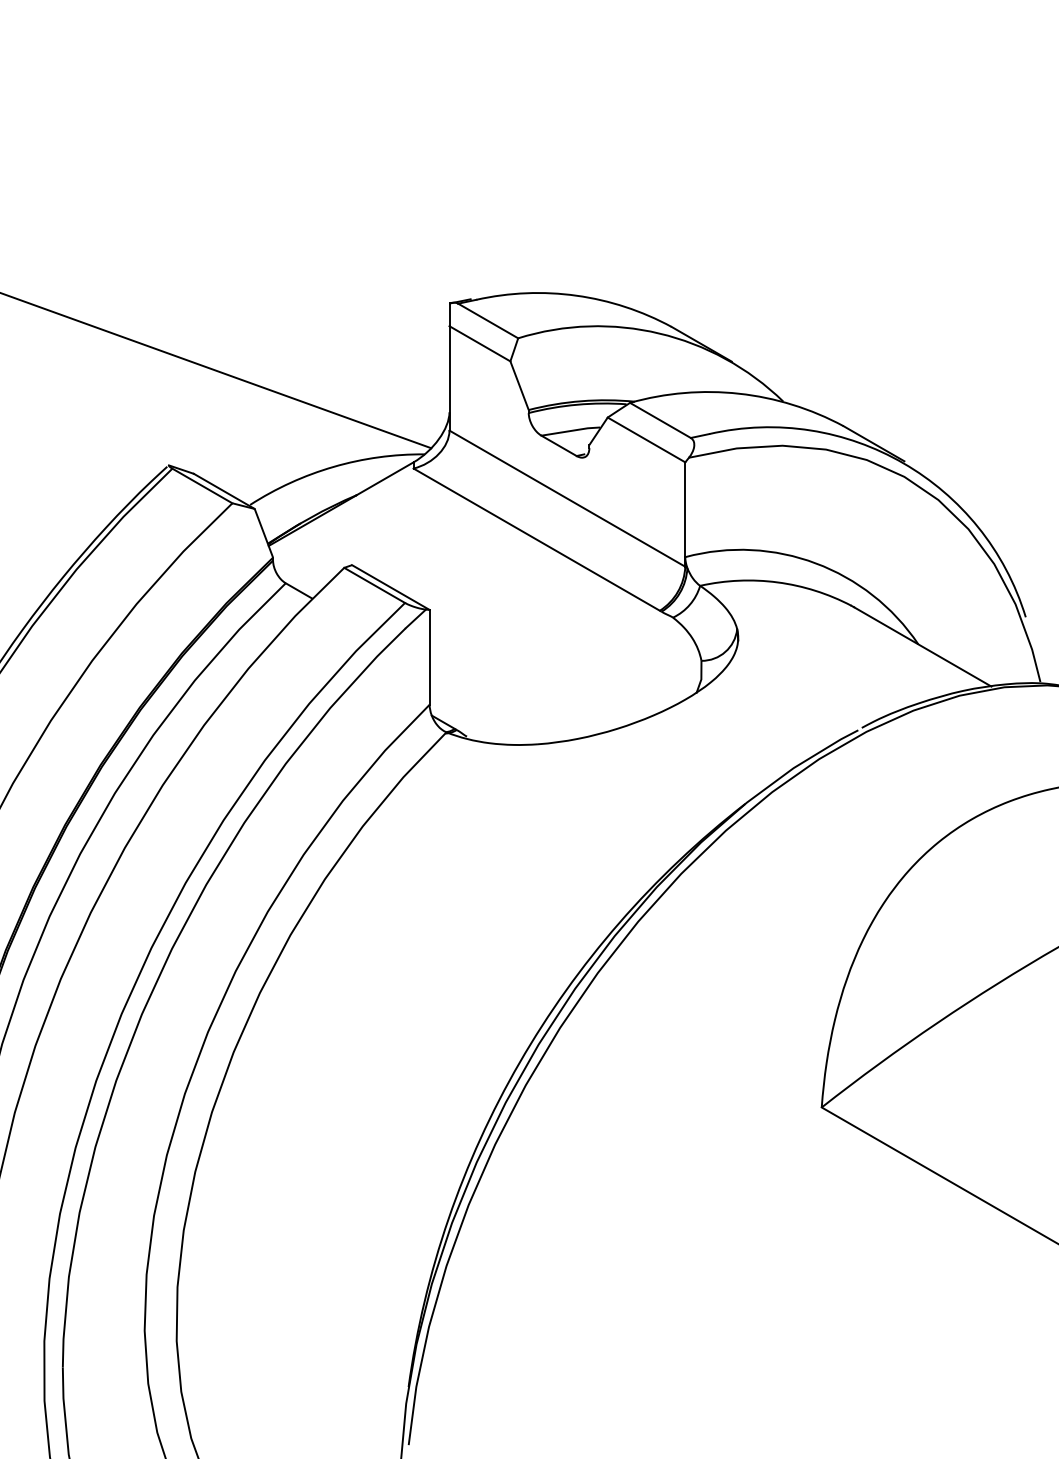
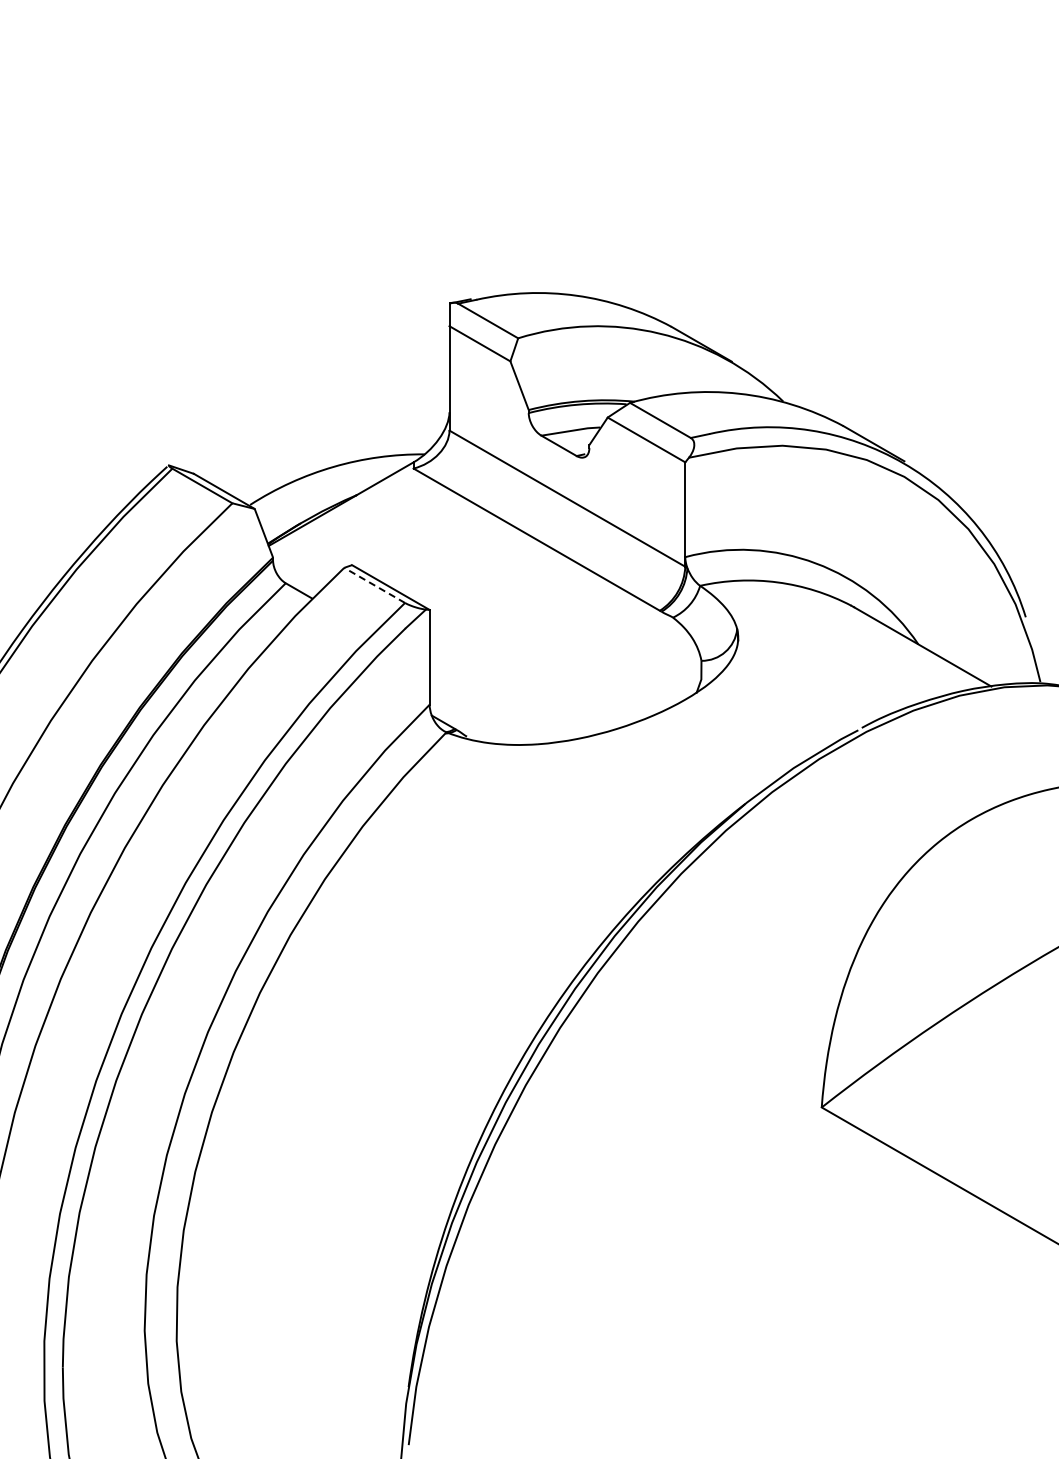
line at (216, 370): present -> none
line at (374, 585): solid -> dashed
